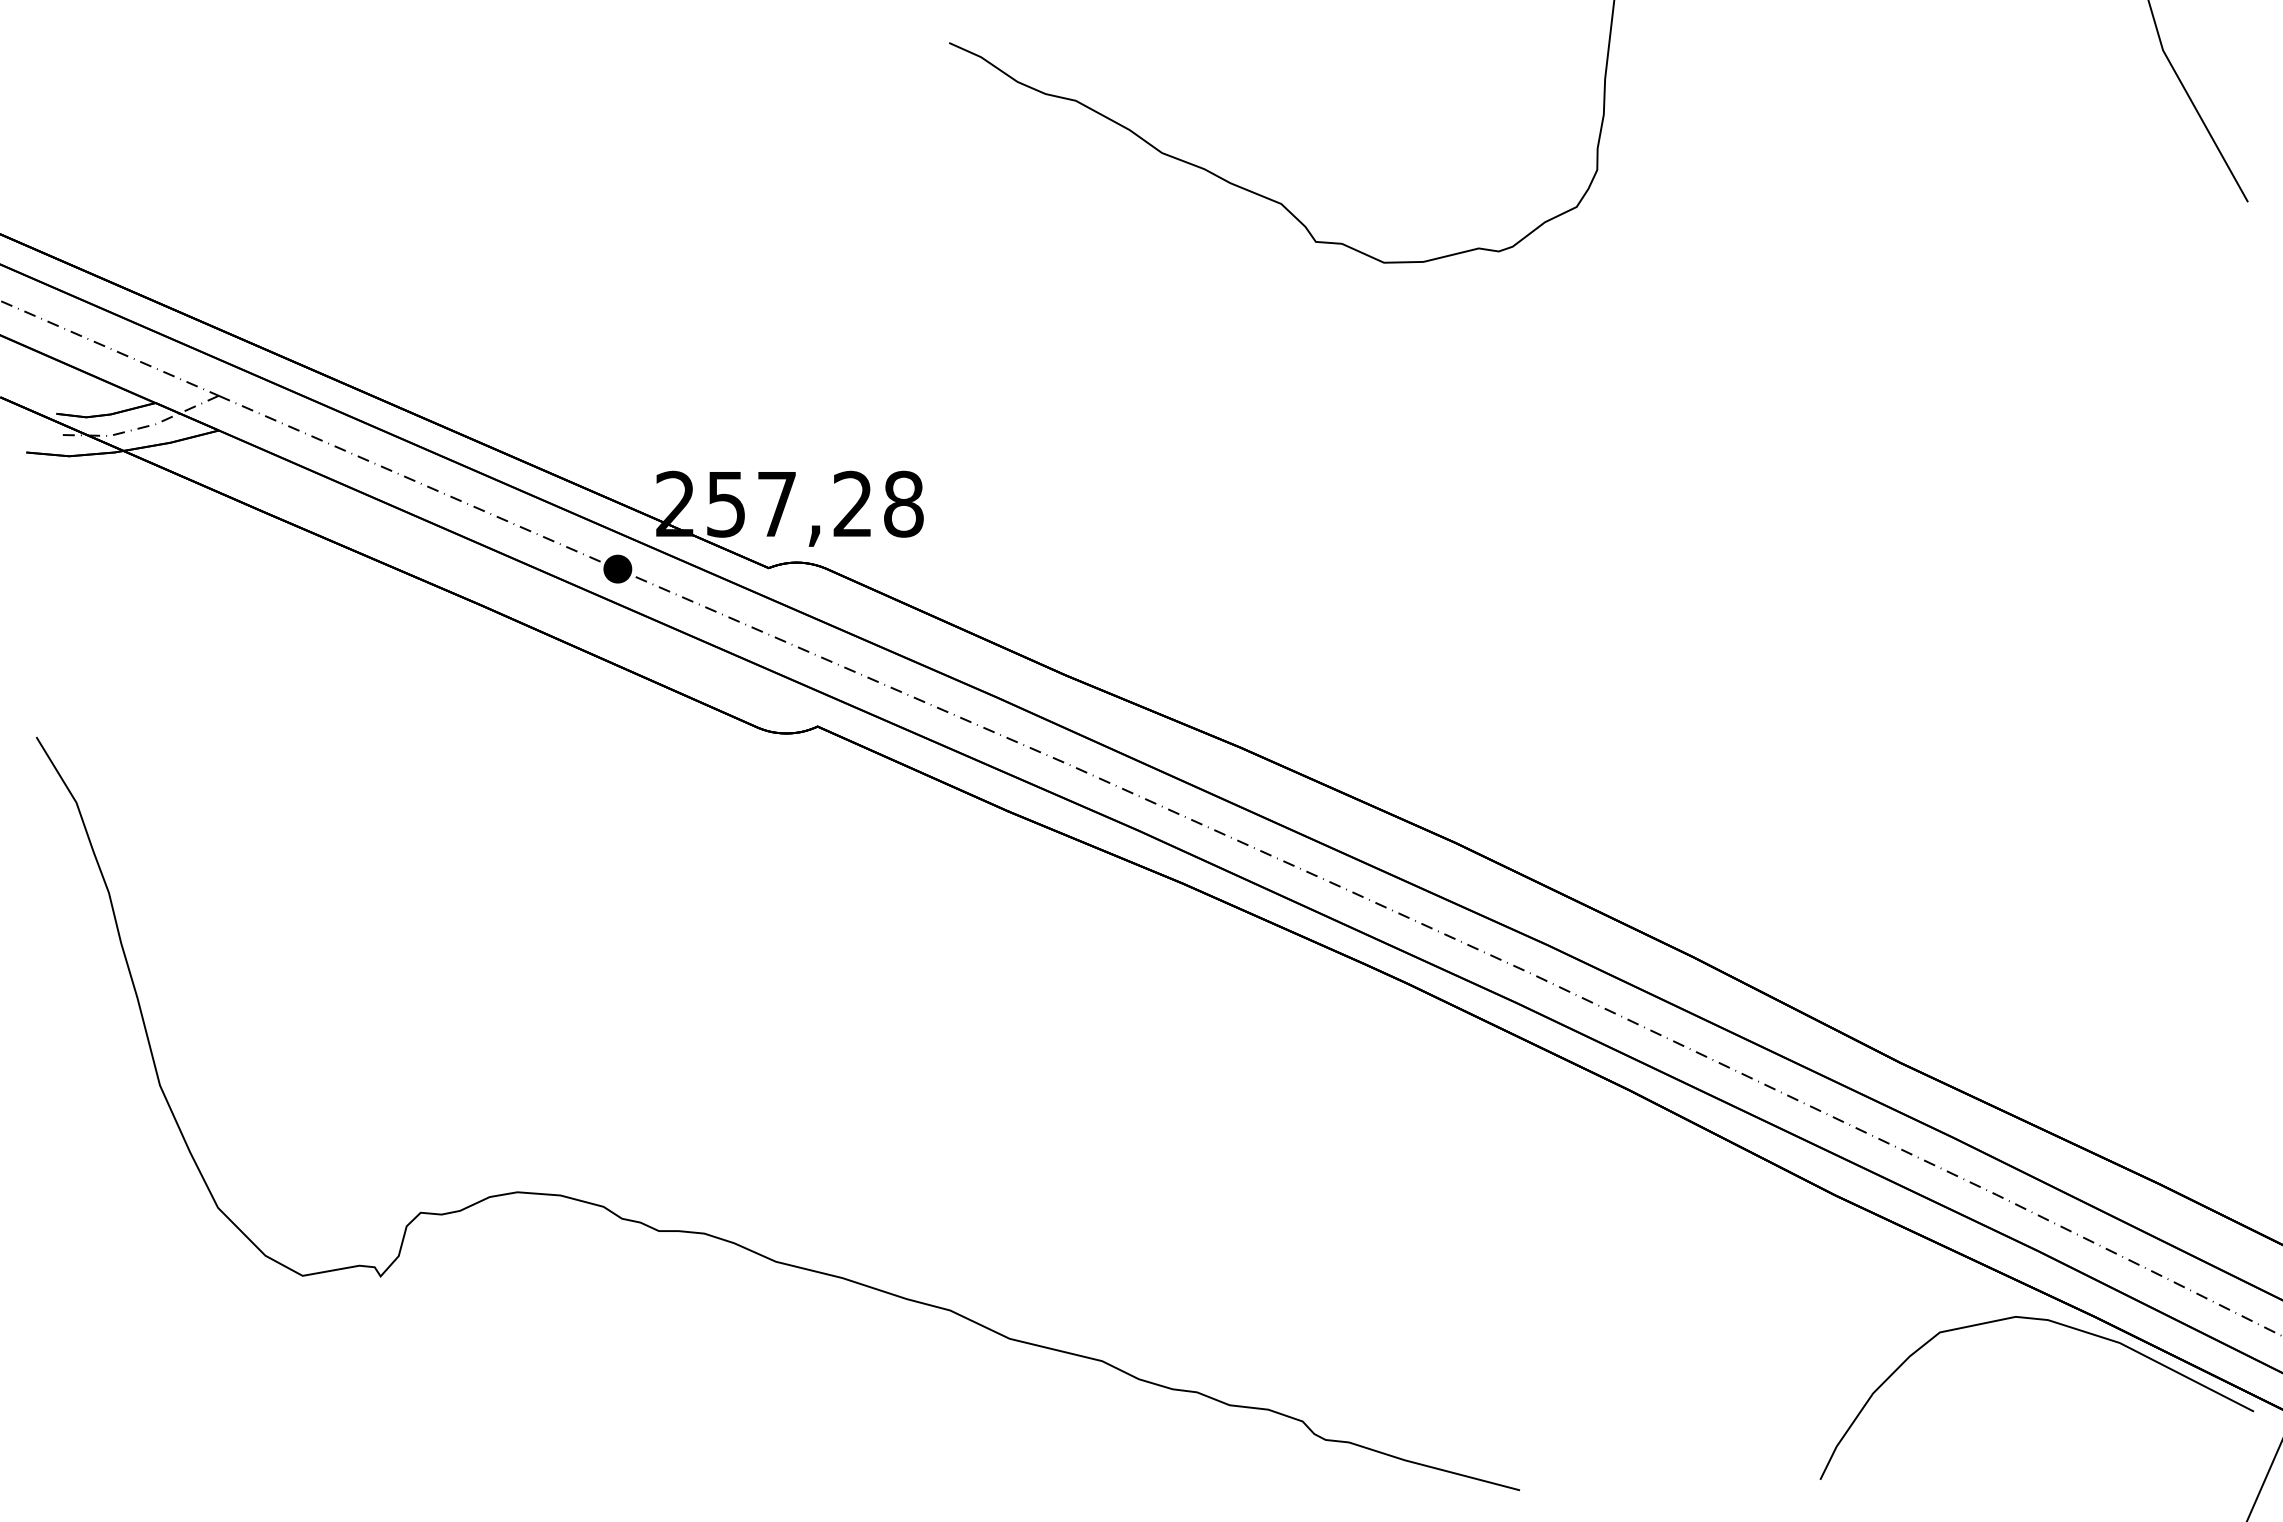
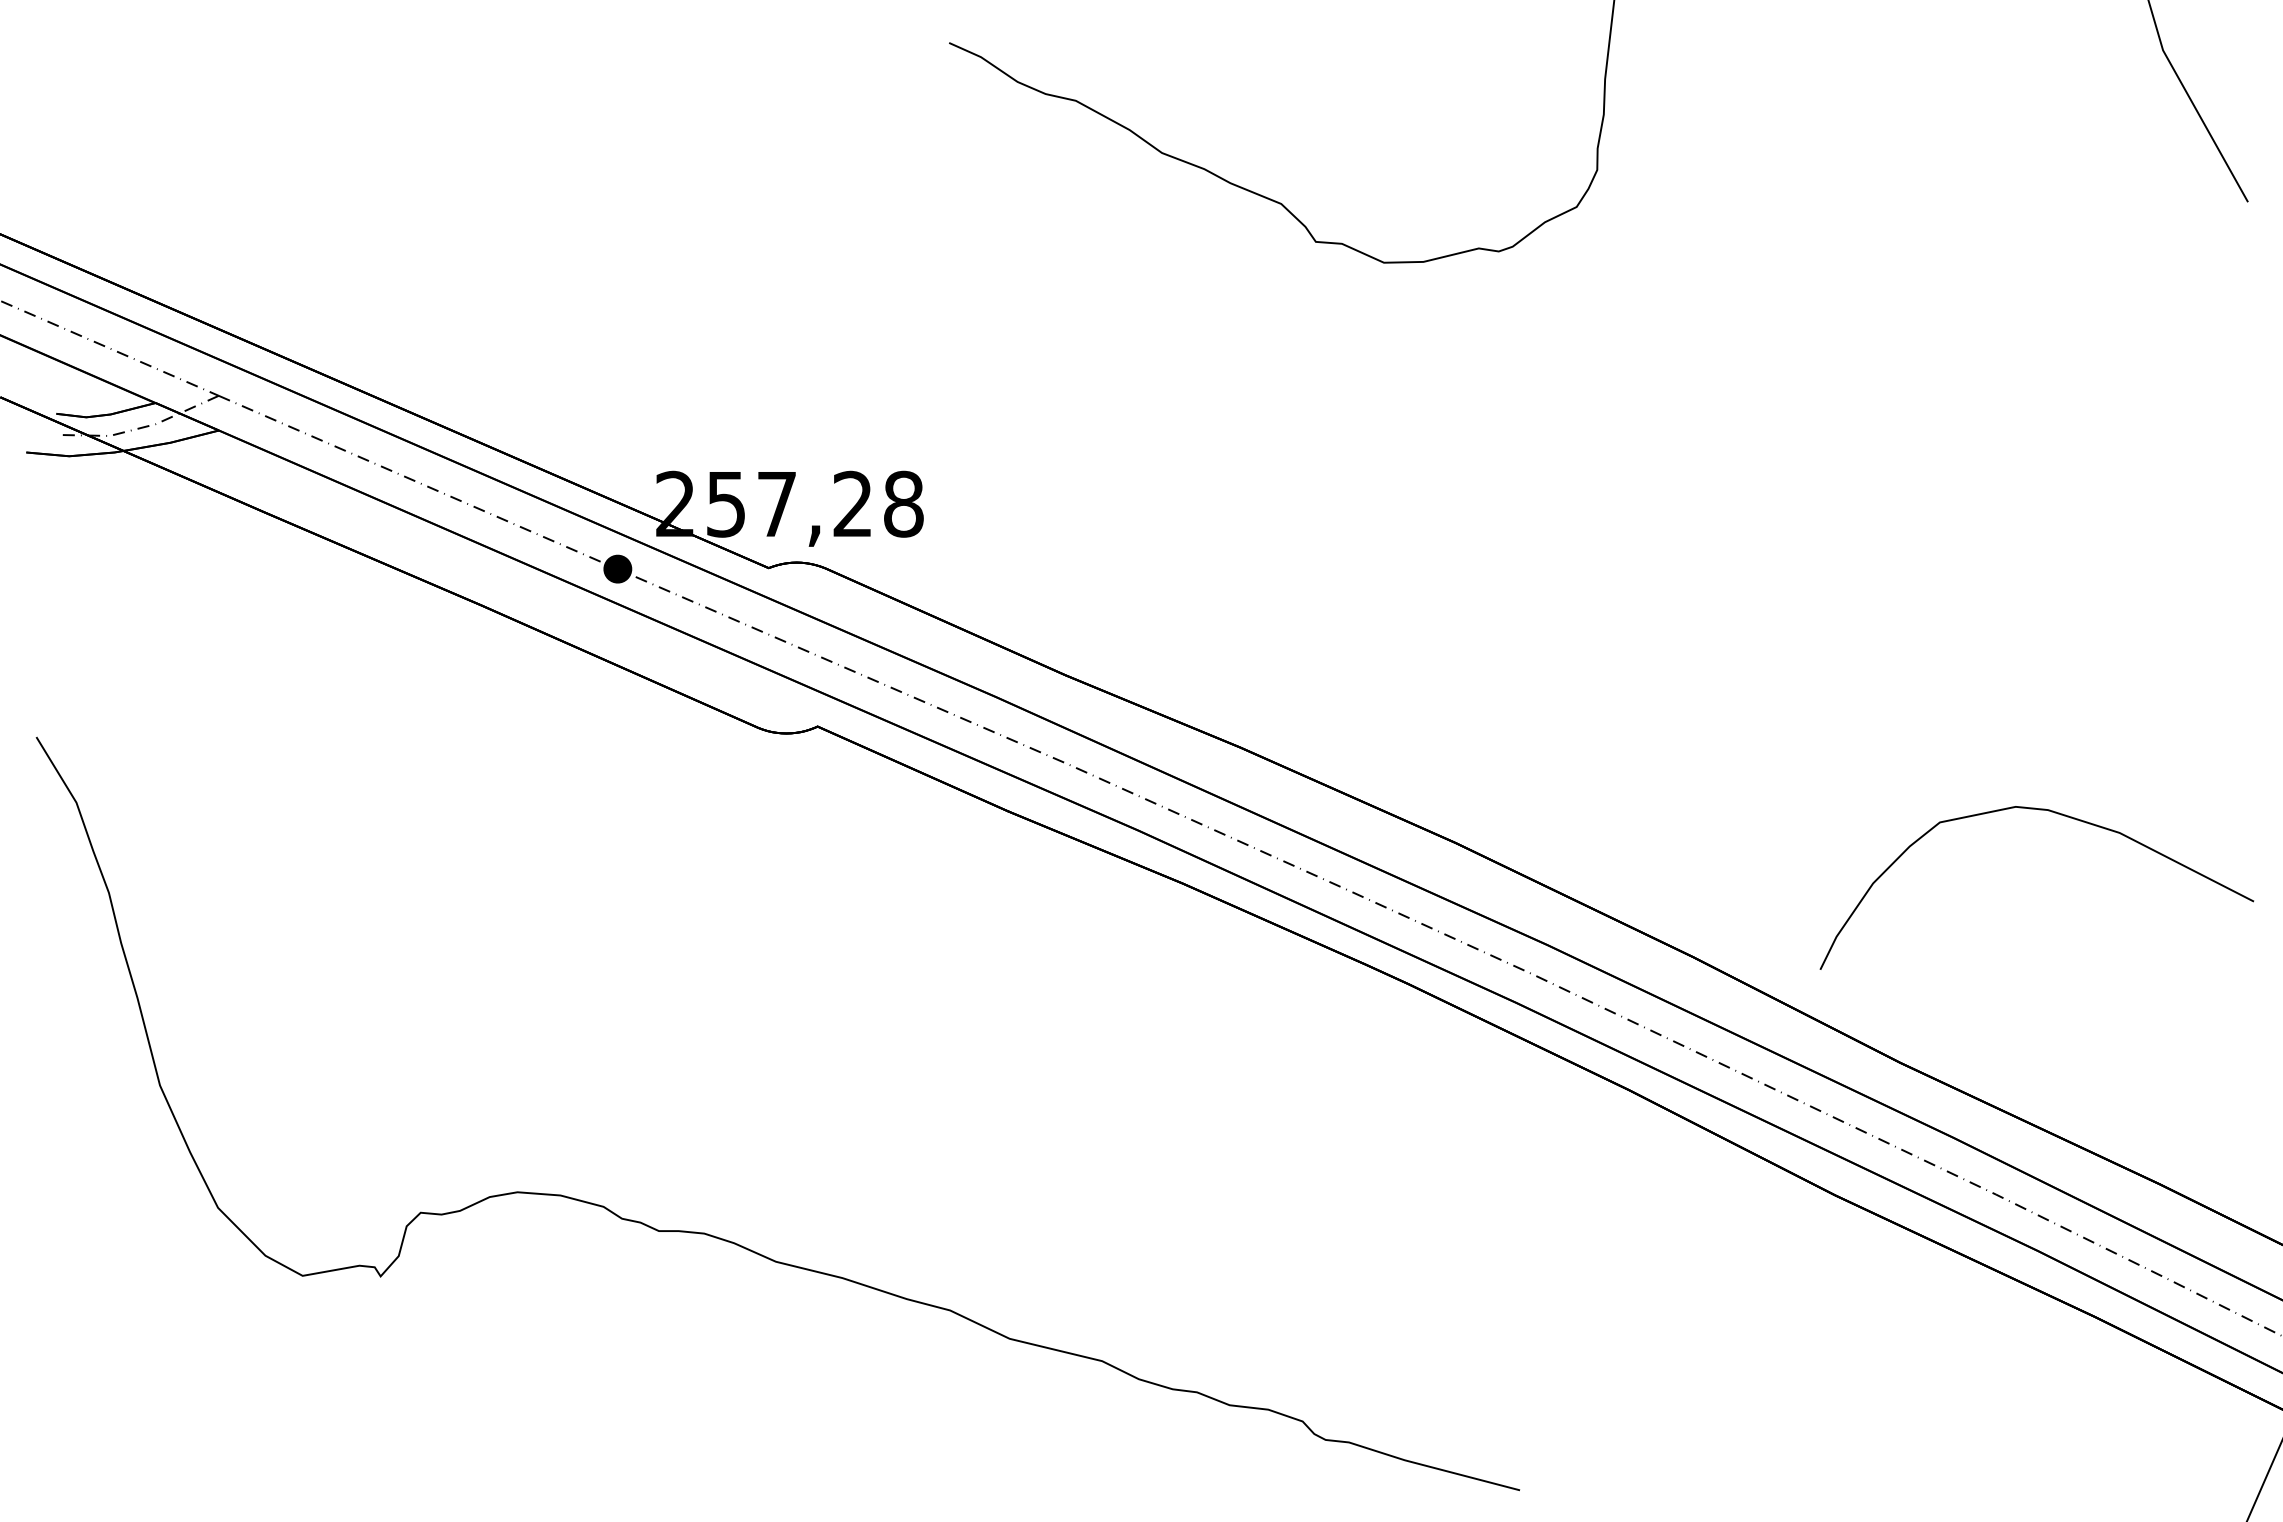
curve at (2054, 1323) position: (2054, 1323) -> (2054, 813)
